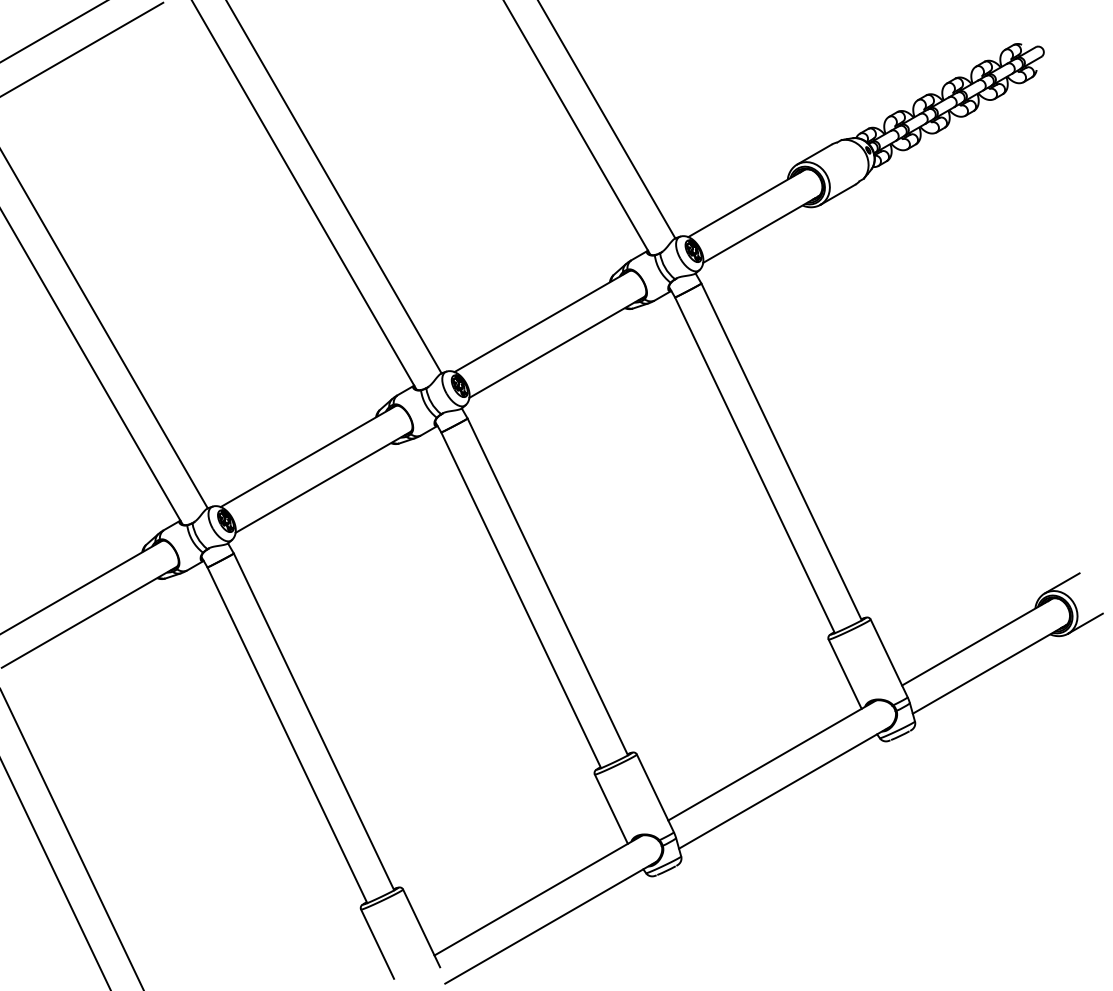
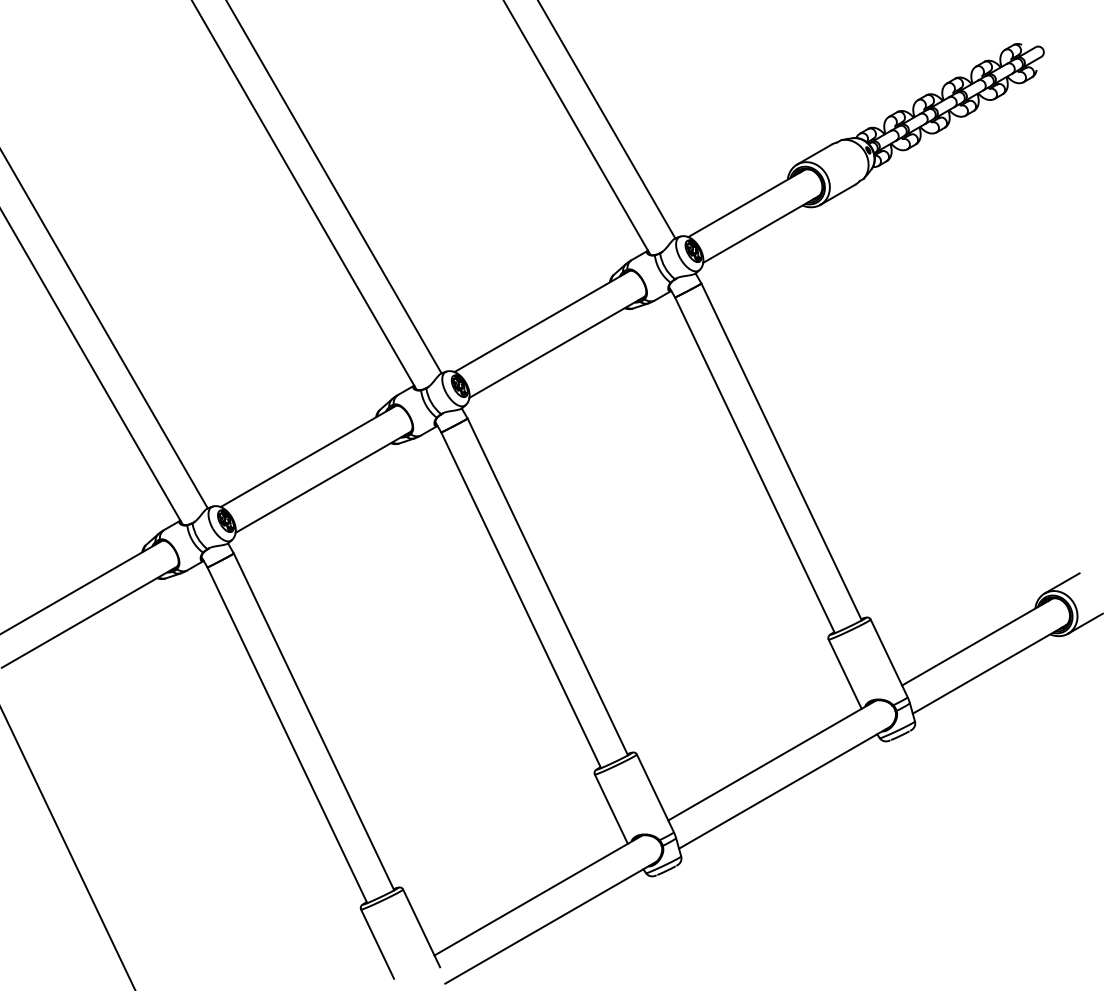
line at (53, 31): present -> none
line at (82, 48): present -> none
line at (72, 840) position: (72, 840) -> (68, 848)
line at (55, 874): present -> none
